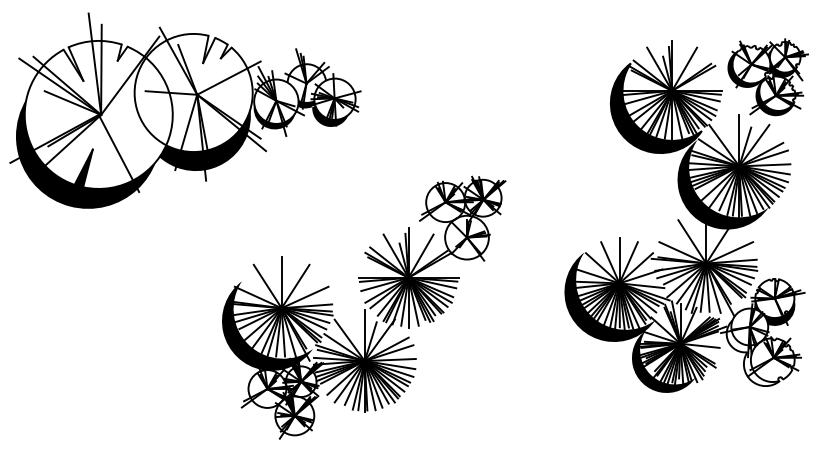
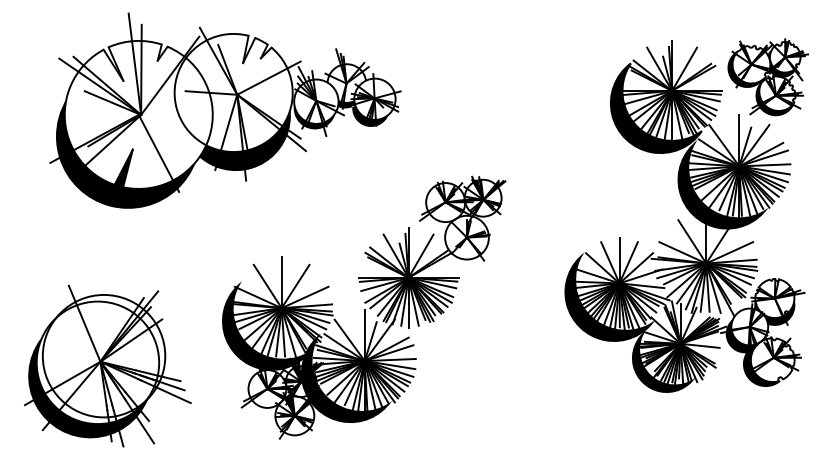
part at (185, 110) position: (185, 110) -> (225, 110)
fill at (753, 353): none -> present
part at (107, 365): none -> present
fill at (345, 378): none -> present
